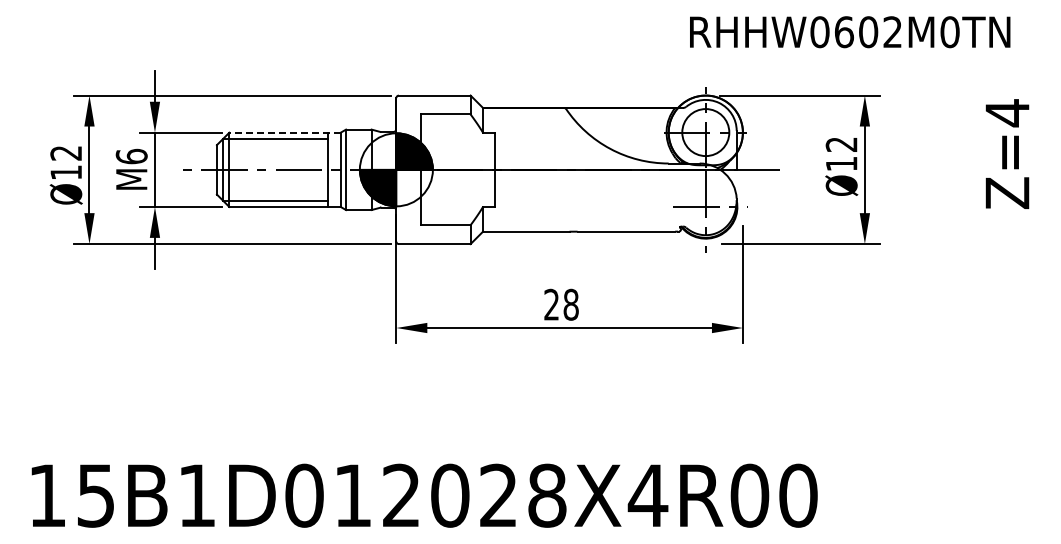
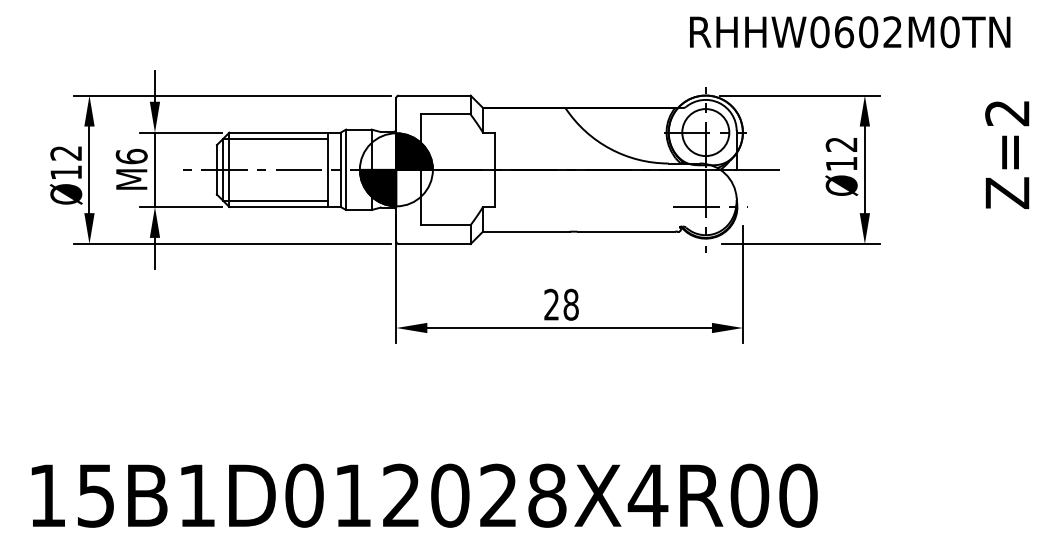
text at (1007, 113): Z=4 -> Z=2
line at (285, 132): dashed -> solid
